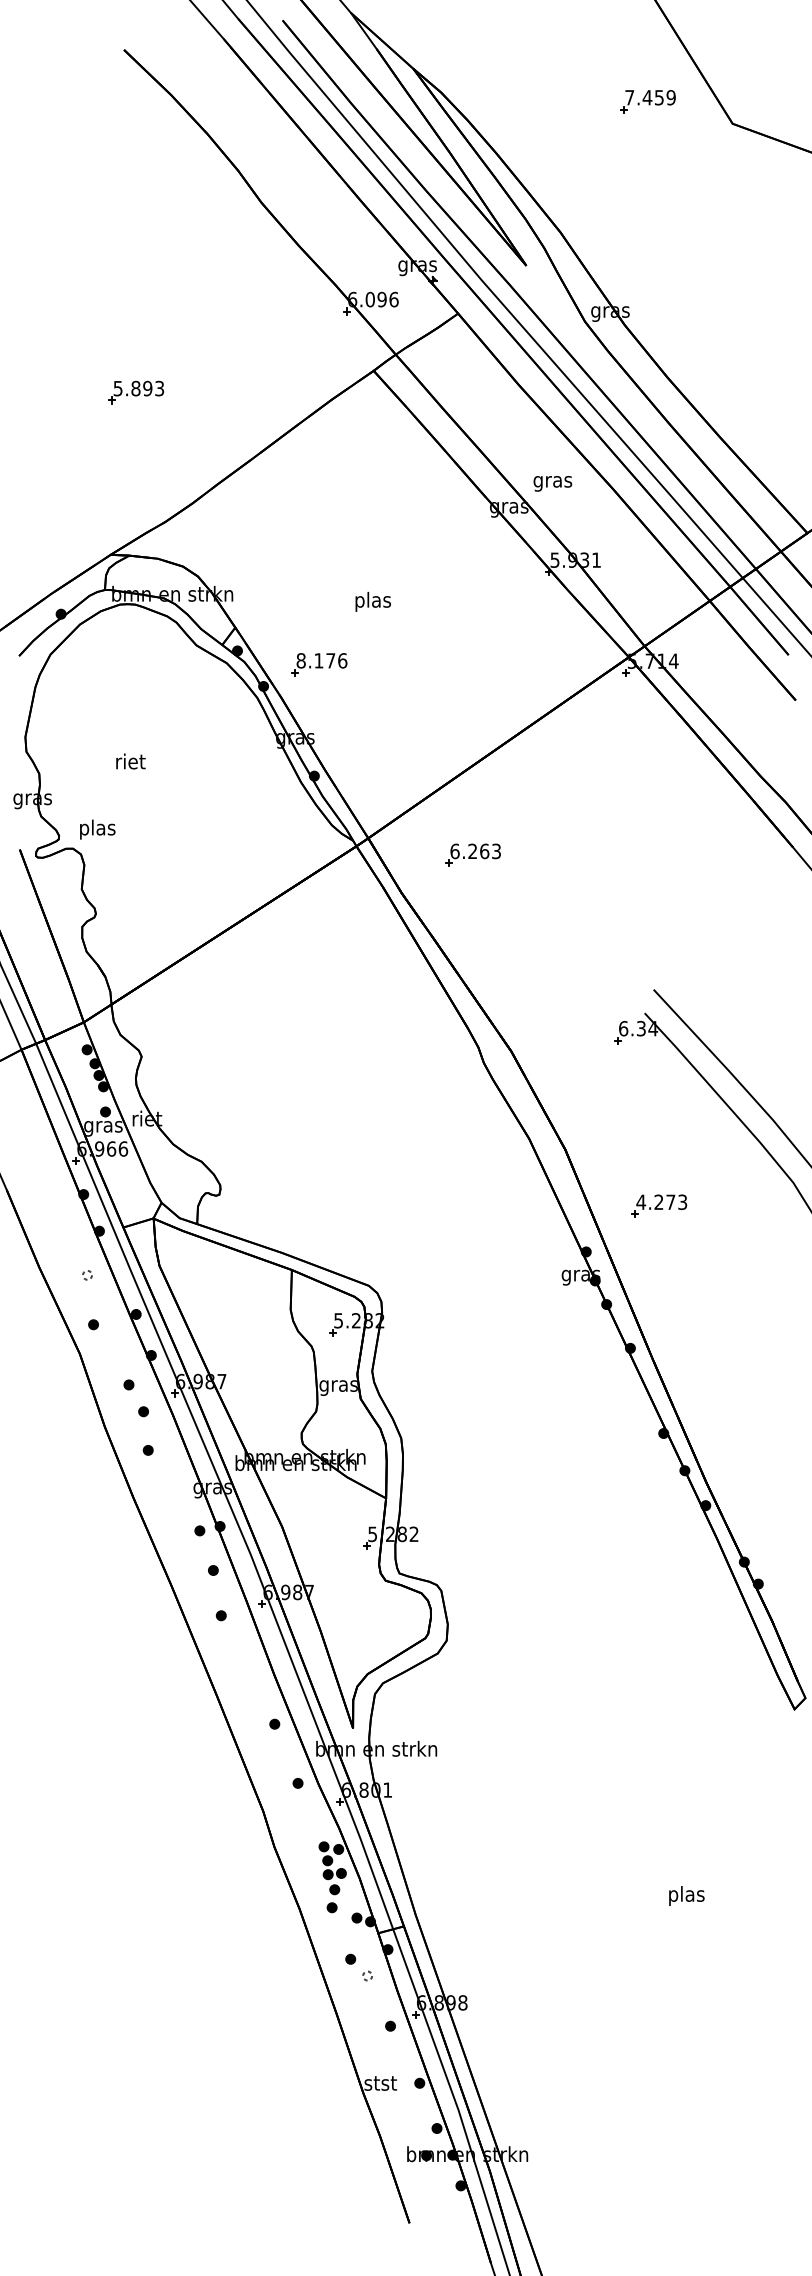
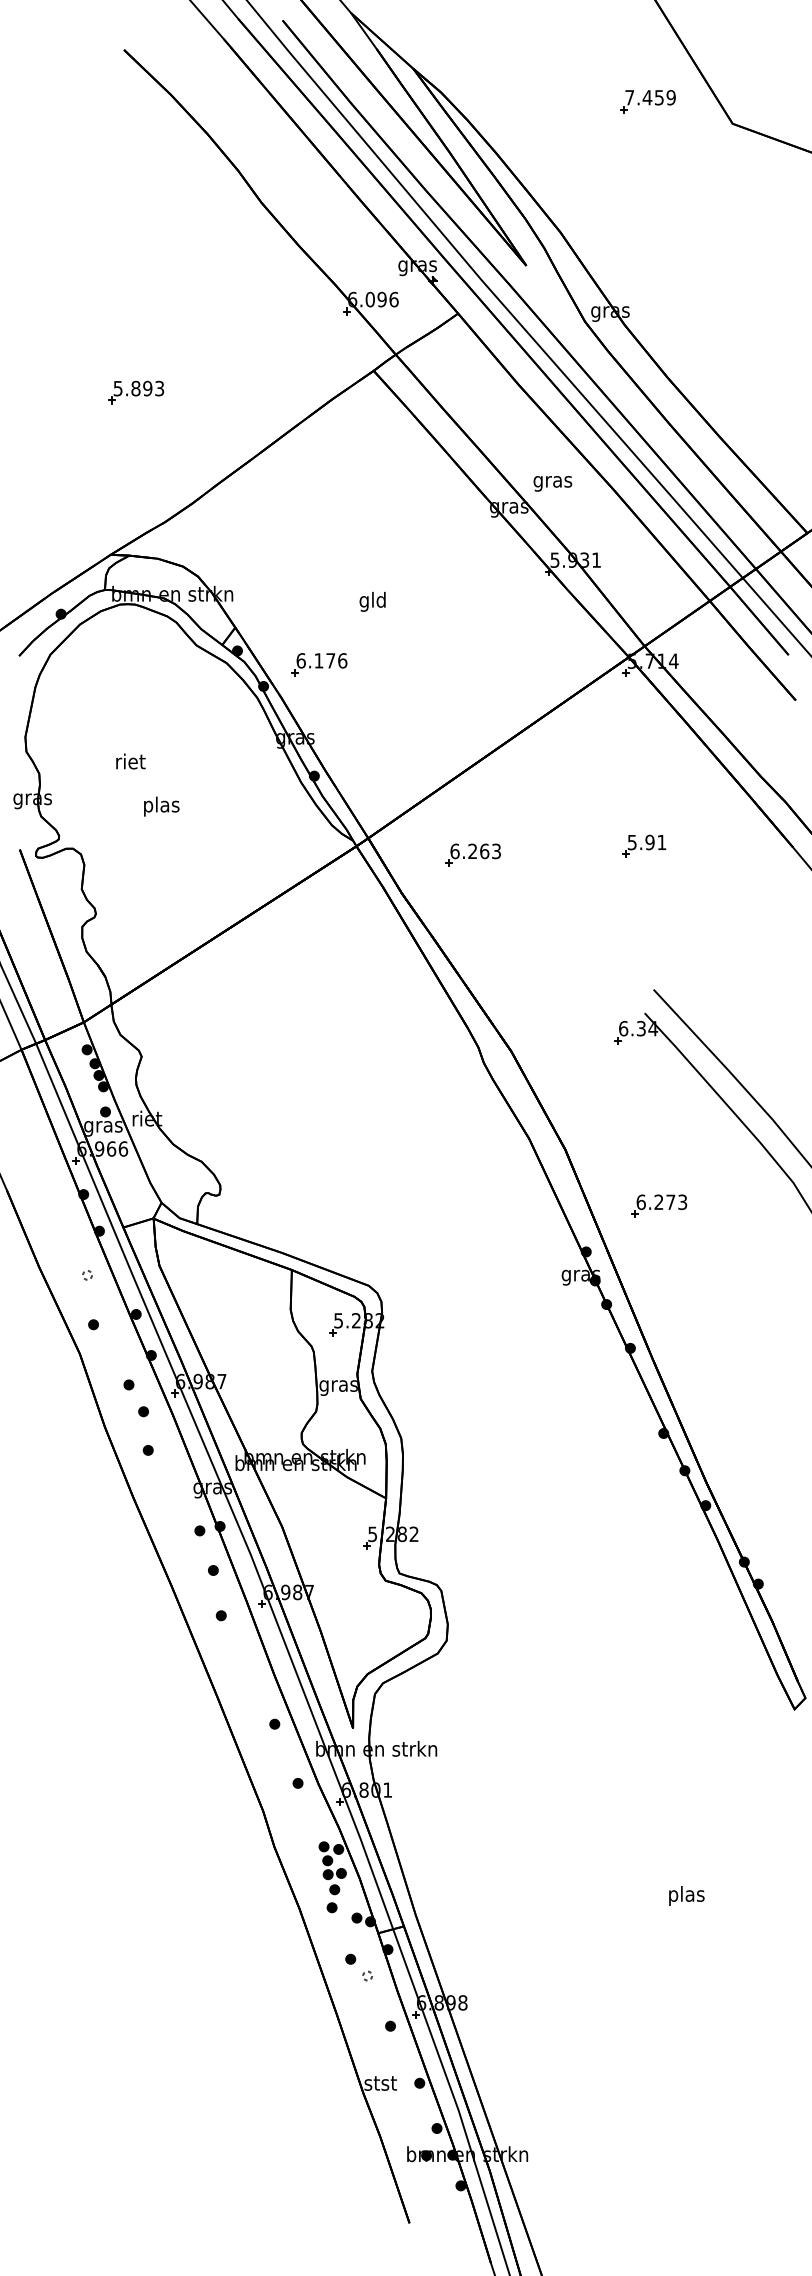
text at (372, 601): plas -> gld
text at (300, 660): 8.176 -> 6.176
text at (97, 829) position: (97, 829) -> (161, 806)
part at (644, 845): none -> present
text at (641, 1202): 4.273 -> 6.273
